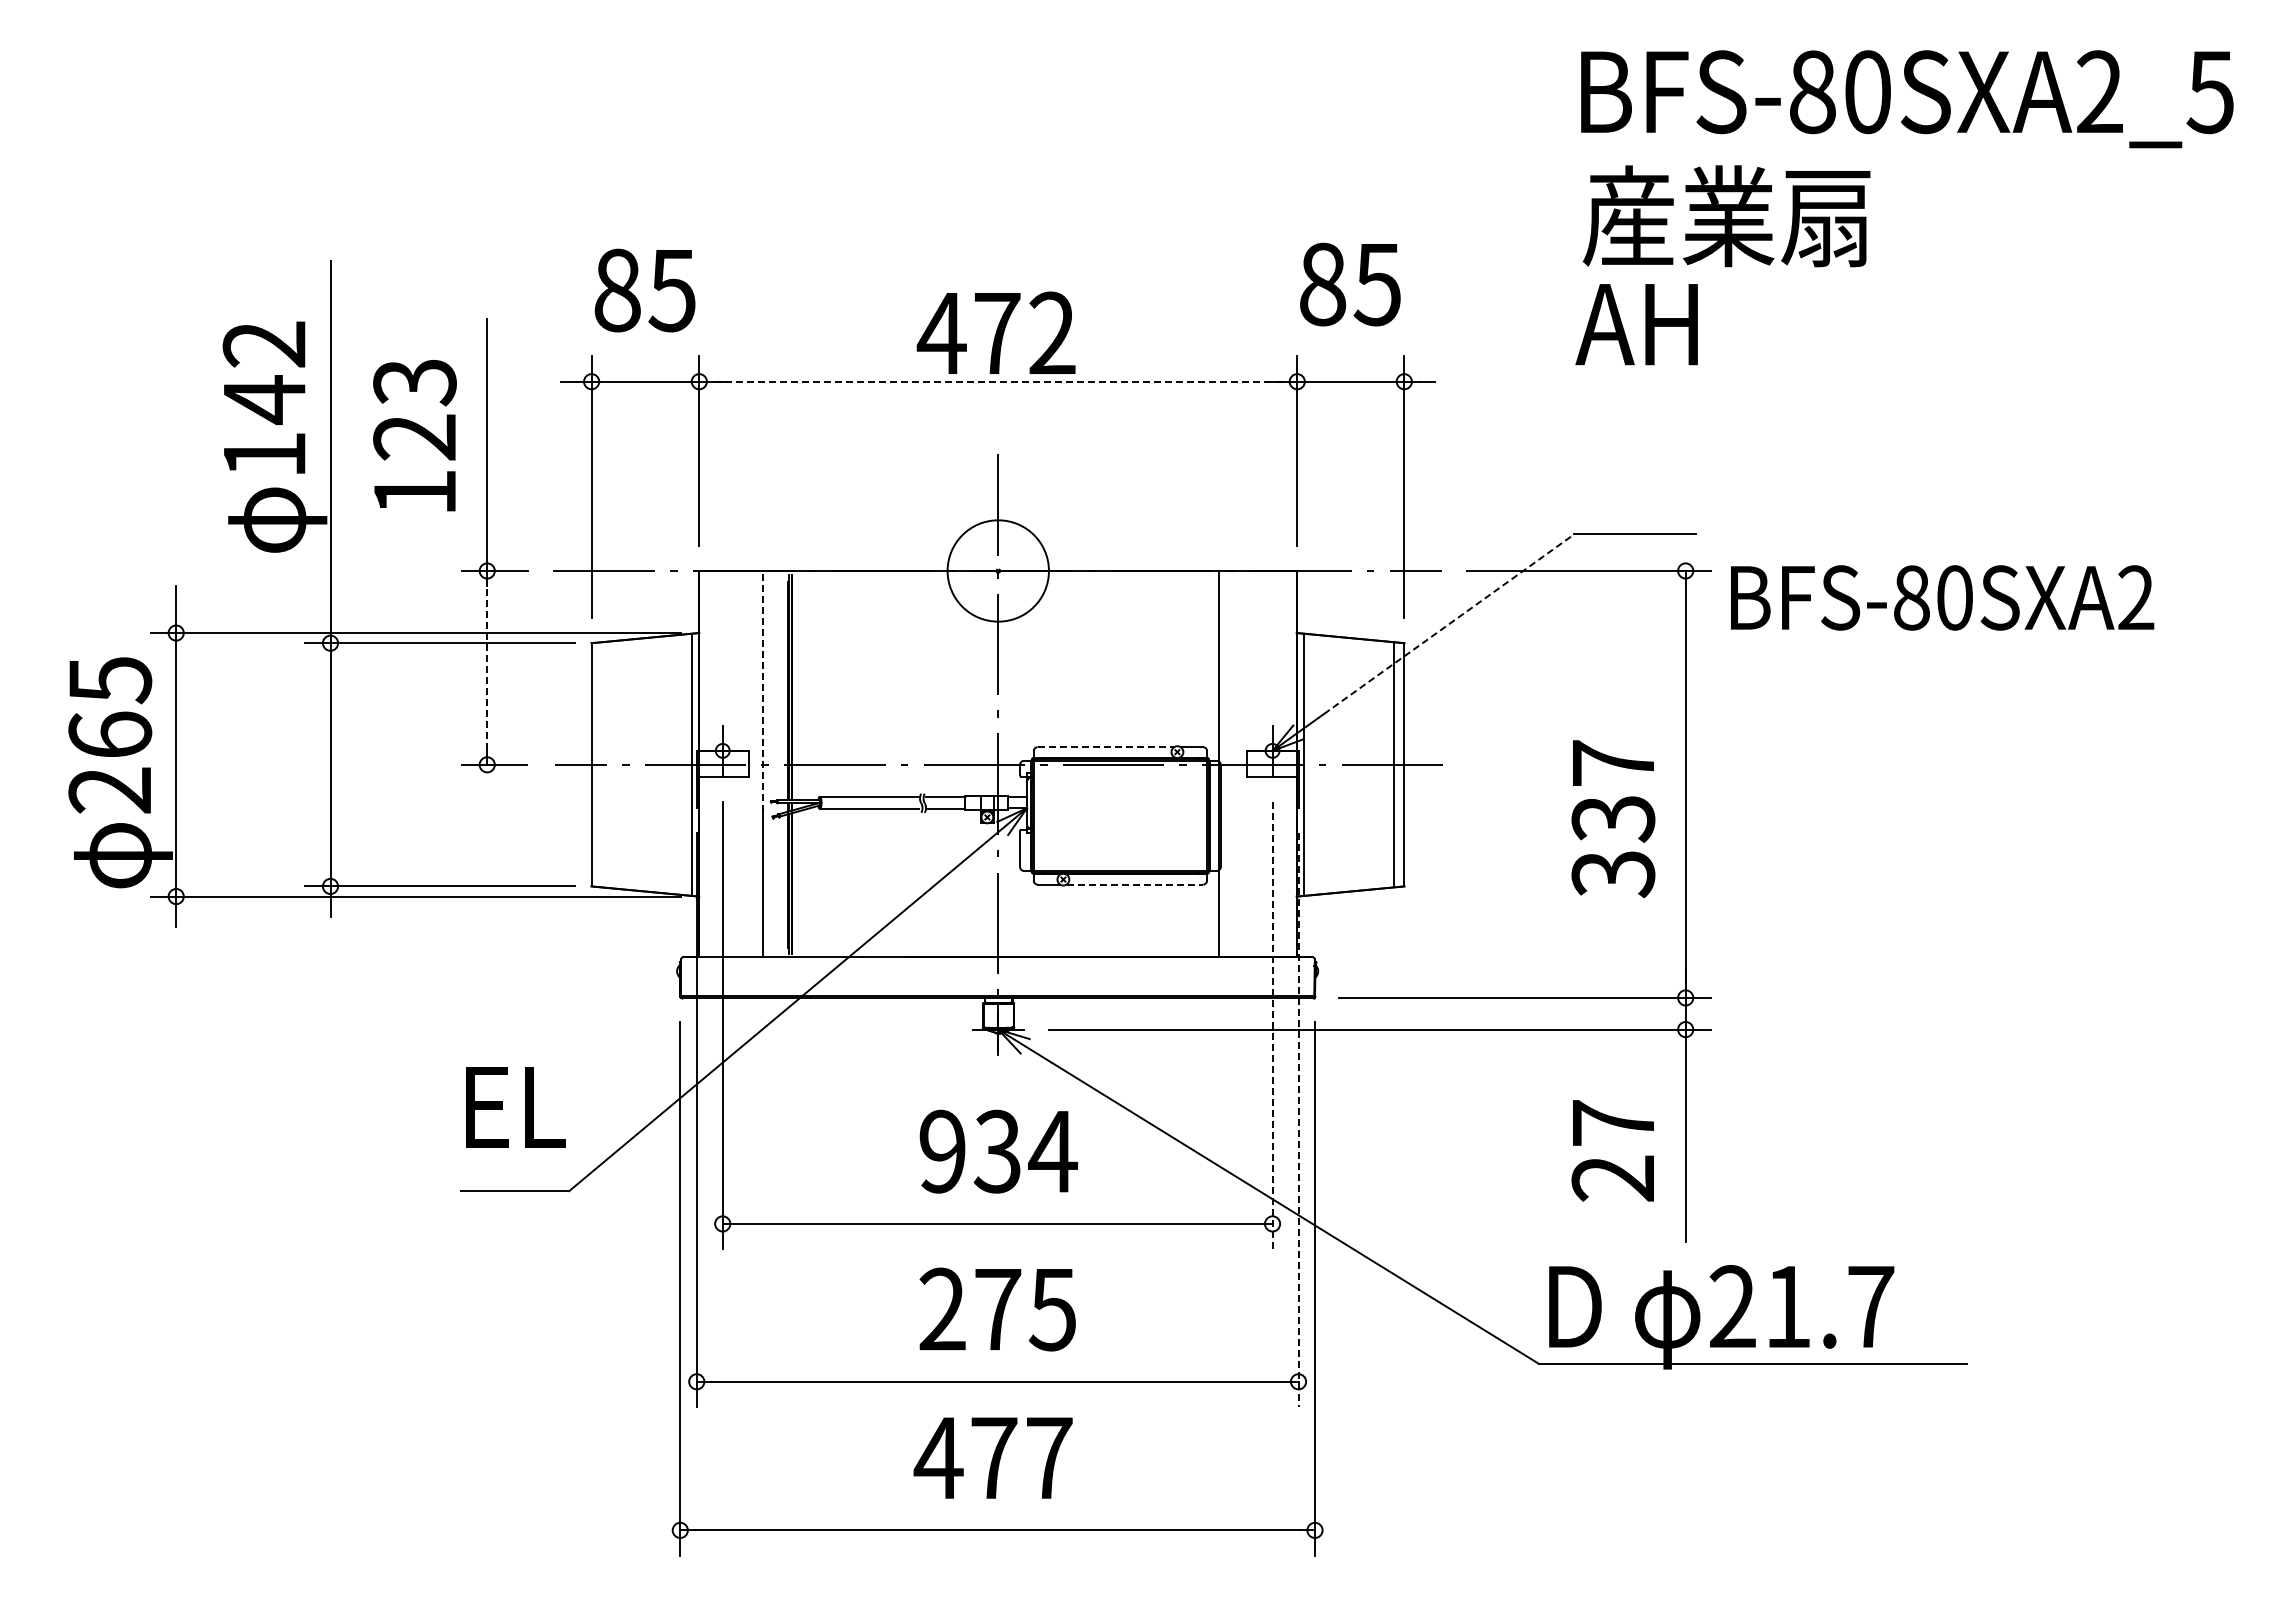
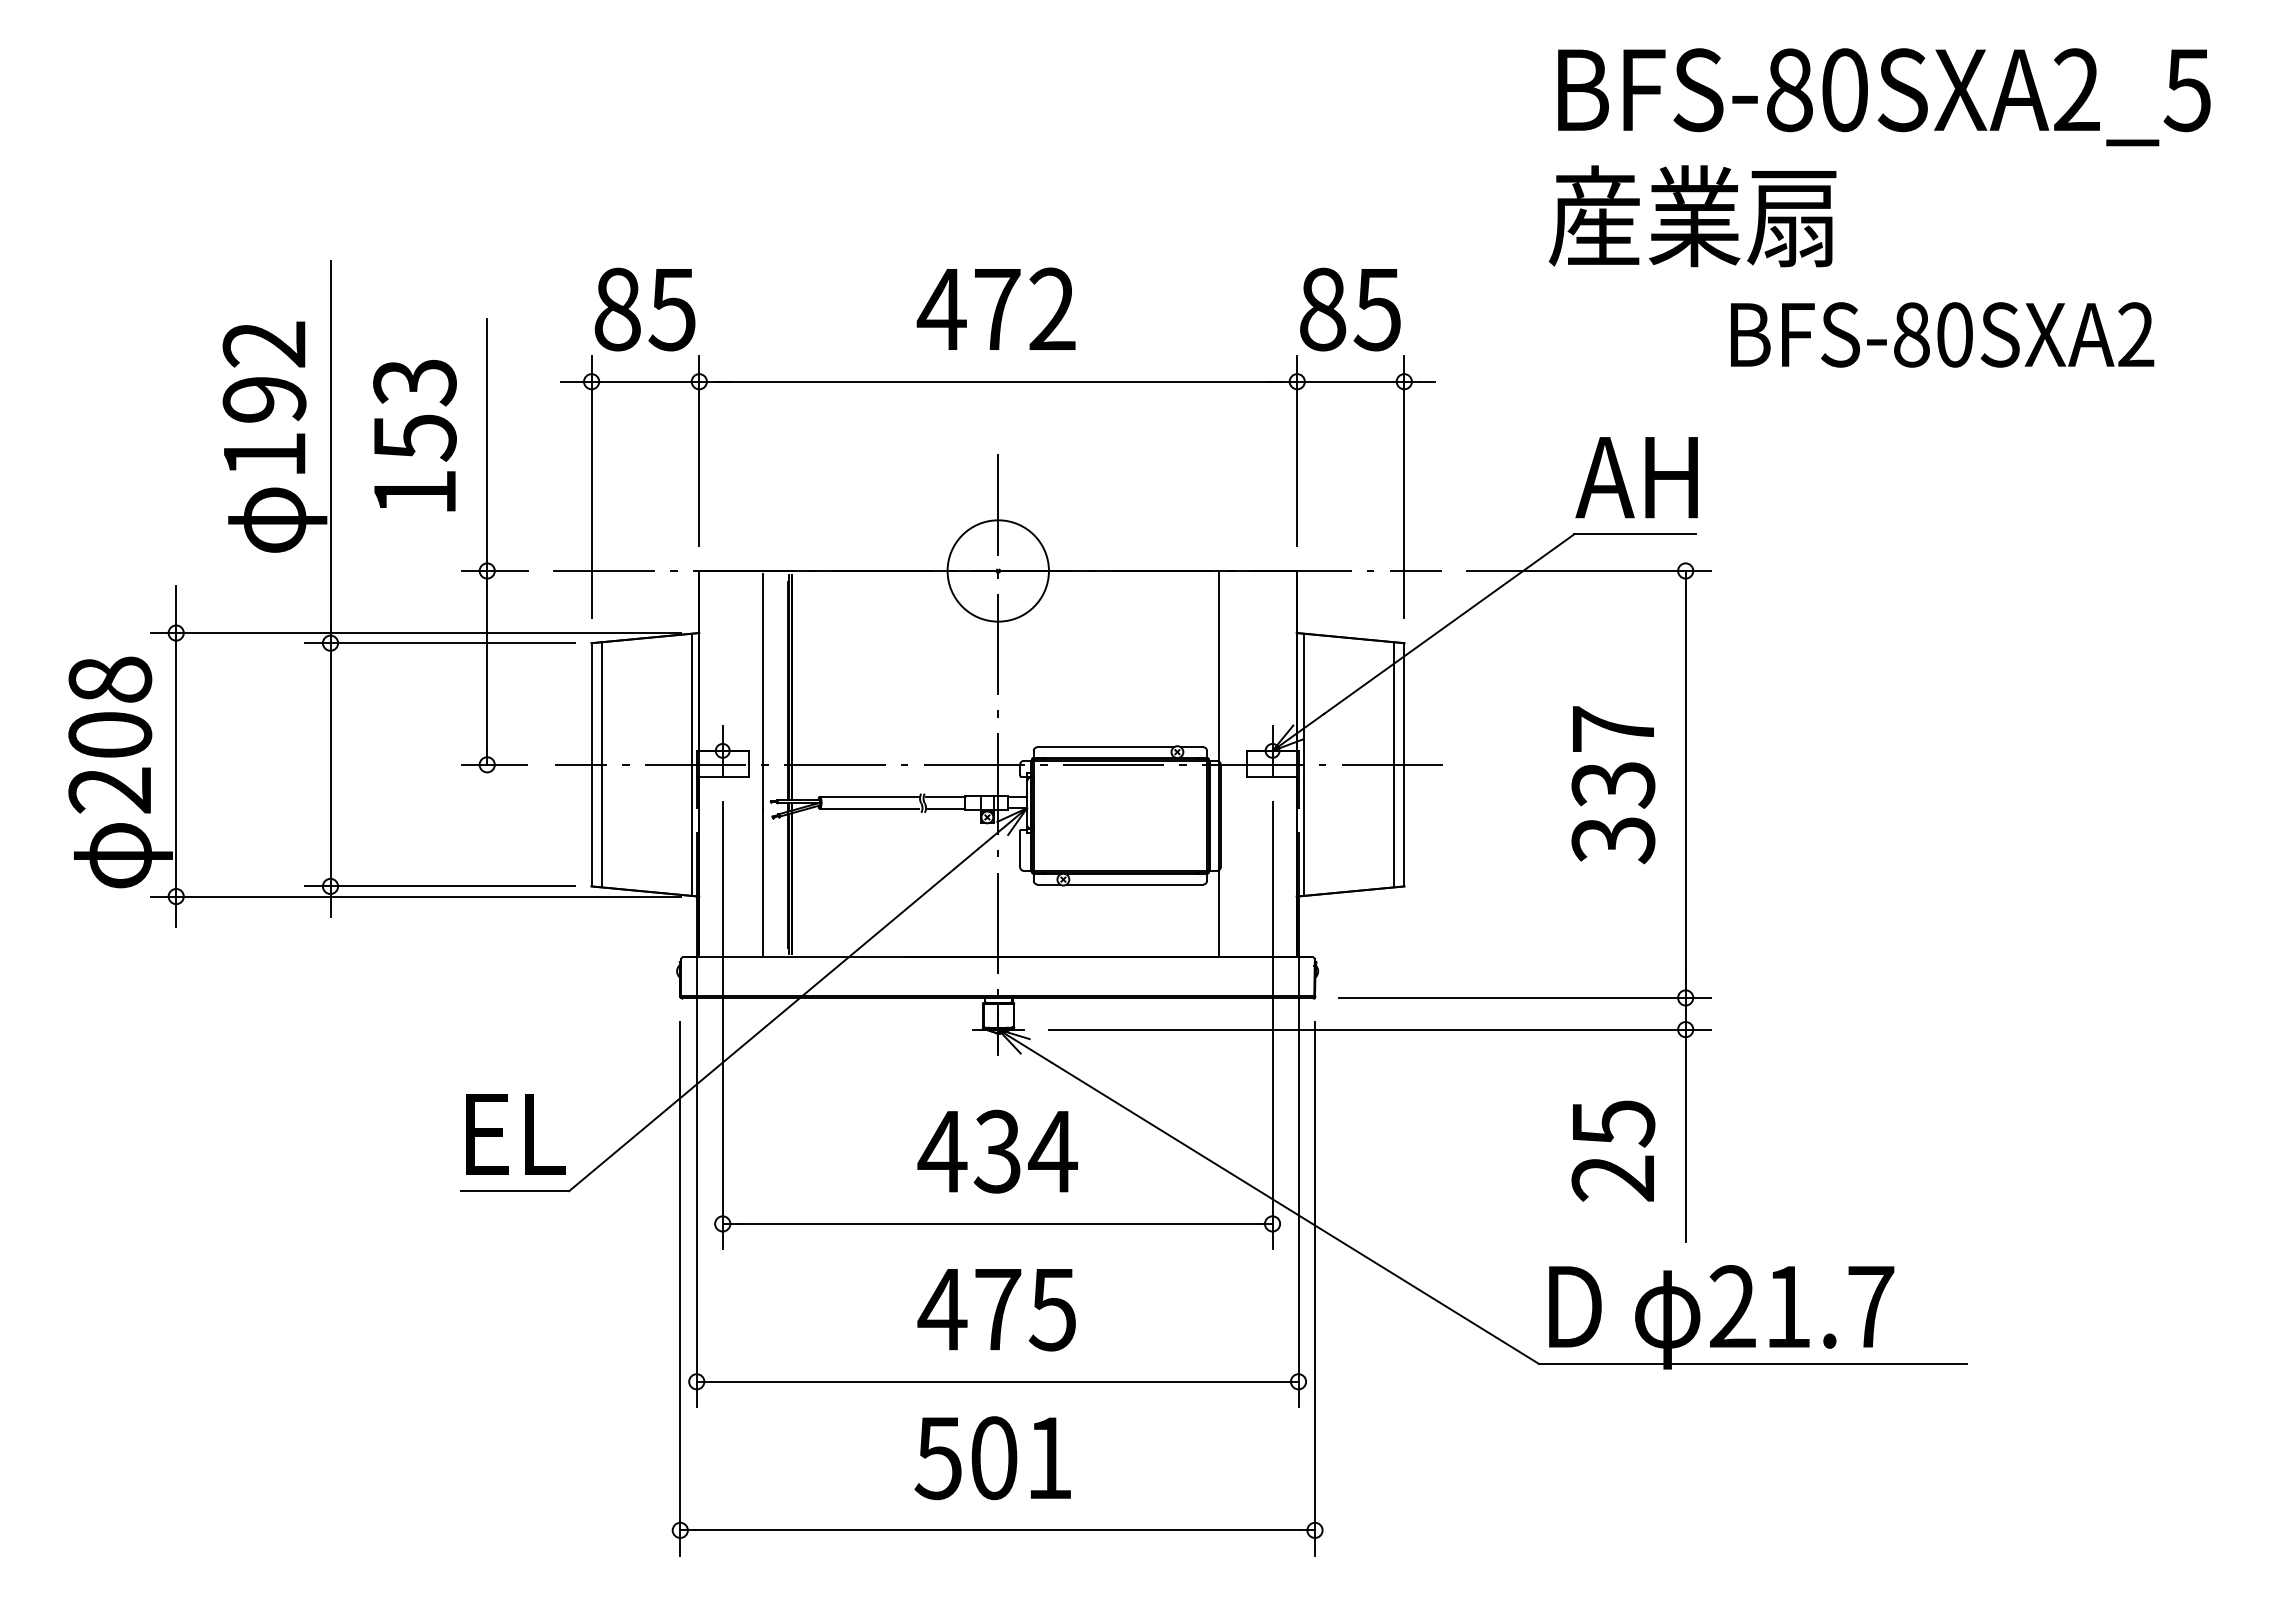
text at (1907, 99) position: (1907, 99) -> (1884, 97)
text at (1726, 216) position: (1726, 216) -> (1692, 216)
text at (1350, 284) position: (1350, 284) -> (1350, 309)
text at (644, 290) position: (644, 290) -> (644, 309)
text at (1636, 324) position: (1636, 324) -> (1636, 477)
text at (995, 332) position: (995, 332) -> (995, 308)
line at (998, 381): dashed -> solid
text at (264, 400): 142 -> 192
text at (414, 437): 123 -> 153
text at (1942, 597) position: (1942, 597) -> (1942, 334)
line at (1449, 623): dashed -> solid
line at (487, 667): dashed -> solid
line at (763, 692): dashed -> solid
text at (110, 706): 265 -> 208
line at (1106, 747): dashed -> solid
line at (601, 764): none -> present
text at (1613, 819) position: (1613, 819) -> (1613, 785)
line at (1135, 884): dashed -> solid
line at (1272, 1025): dashed -> solid
text at (515, 1107) position: (515, 1107) -> (515, 1134)
line at (1298, 1120): dashed -> solid
text at (1614, 1123): 27 -> 25
text at (942, 1151): 934 -> 434
text at (942, 1308): 275 -> 475
text at (992, 1458): 477 -> 501
